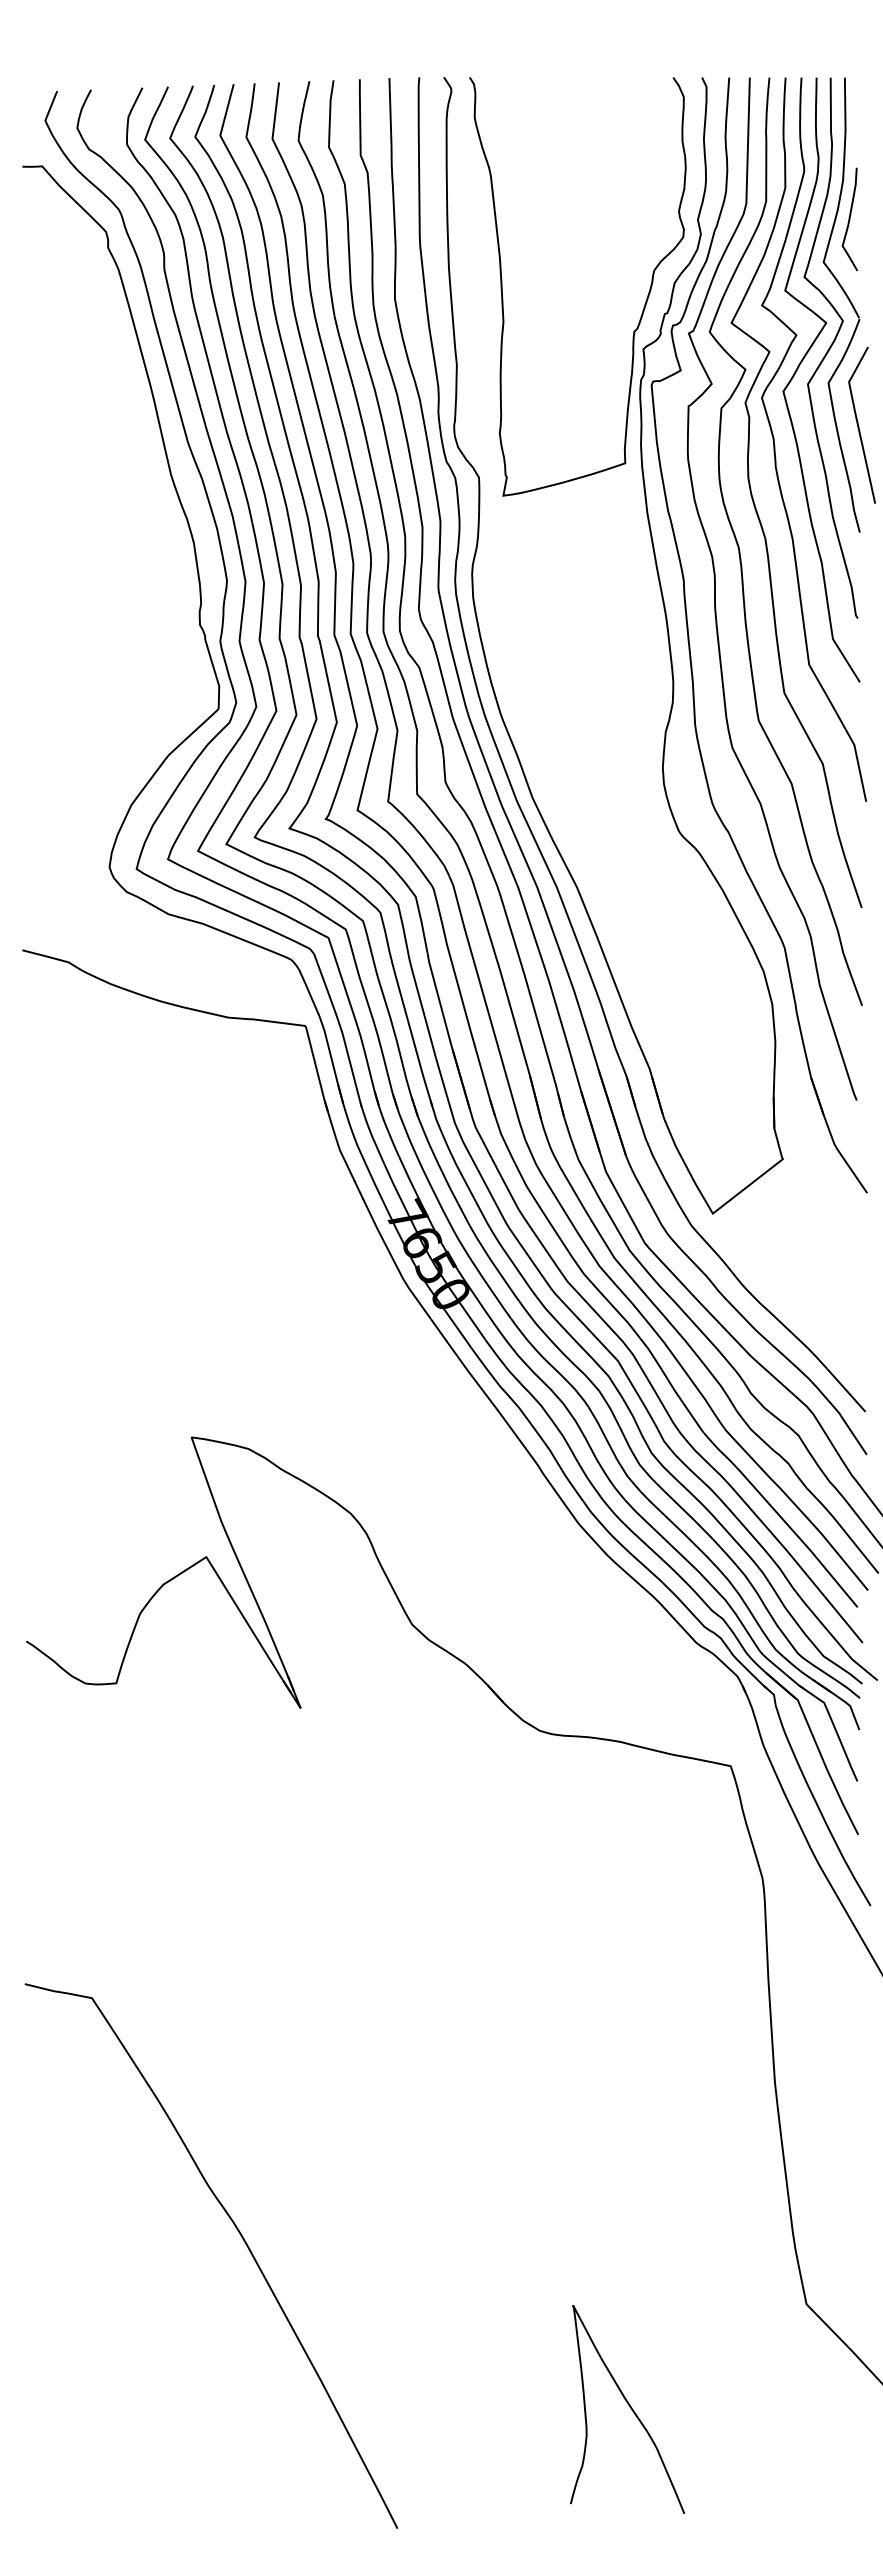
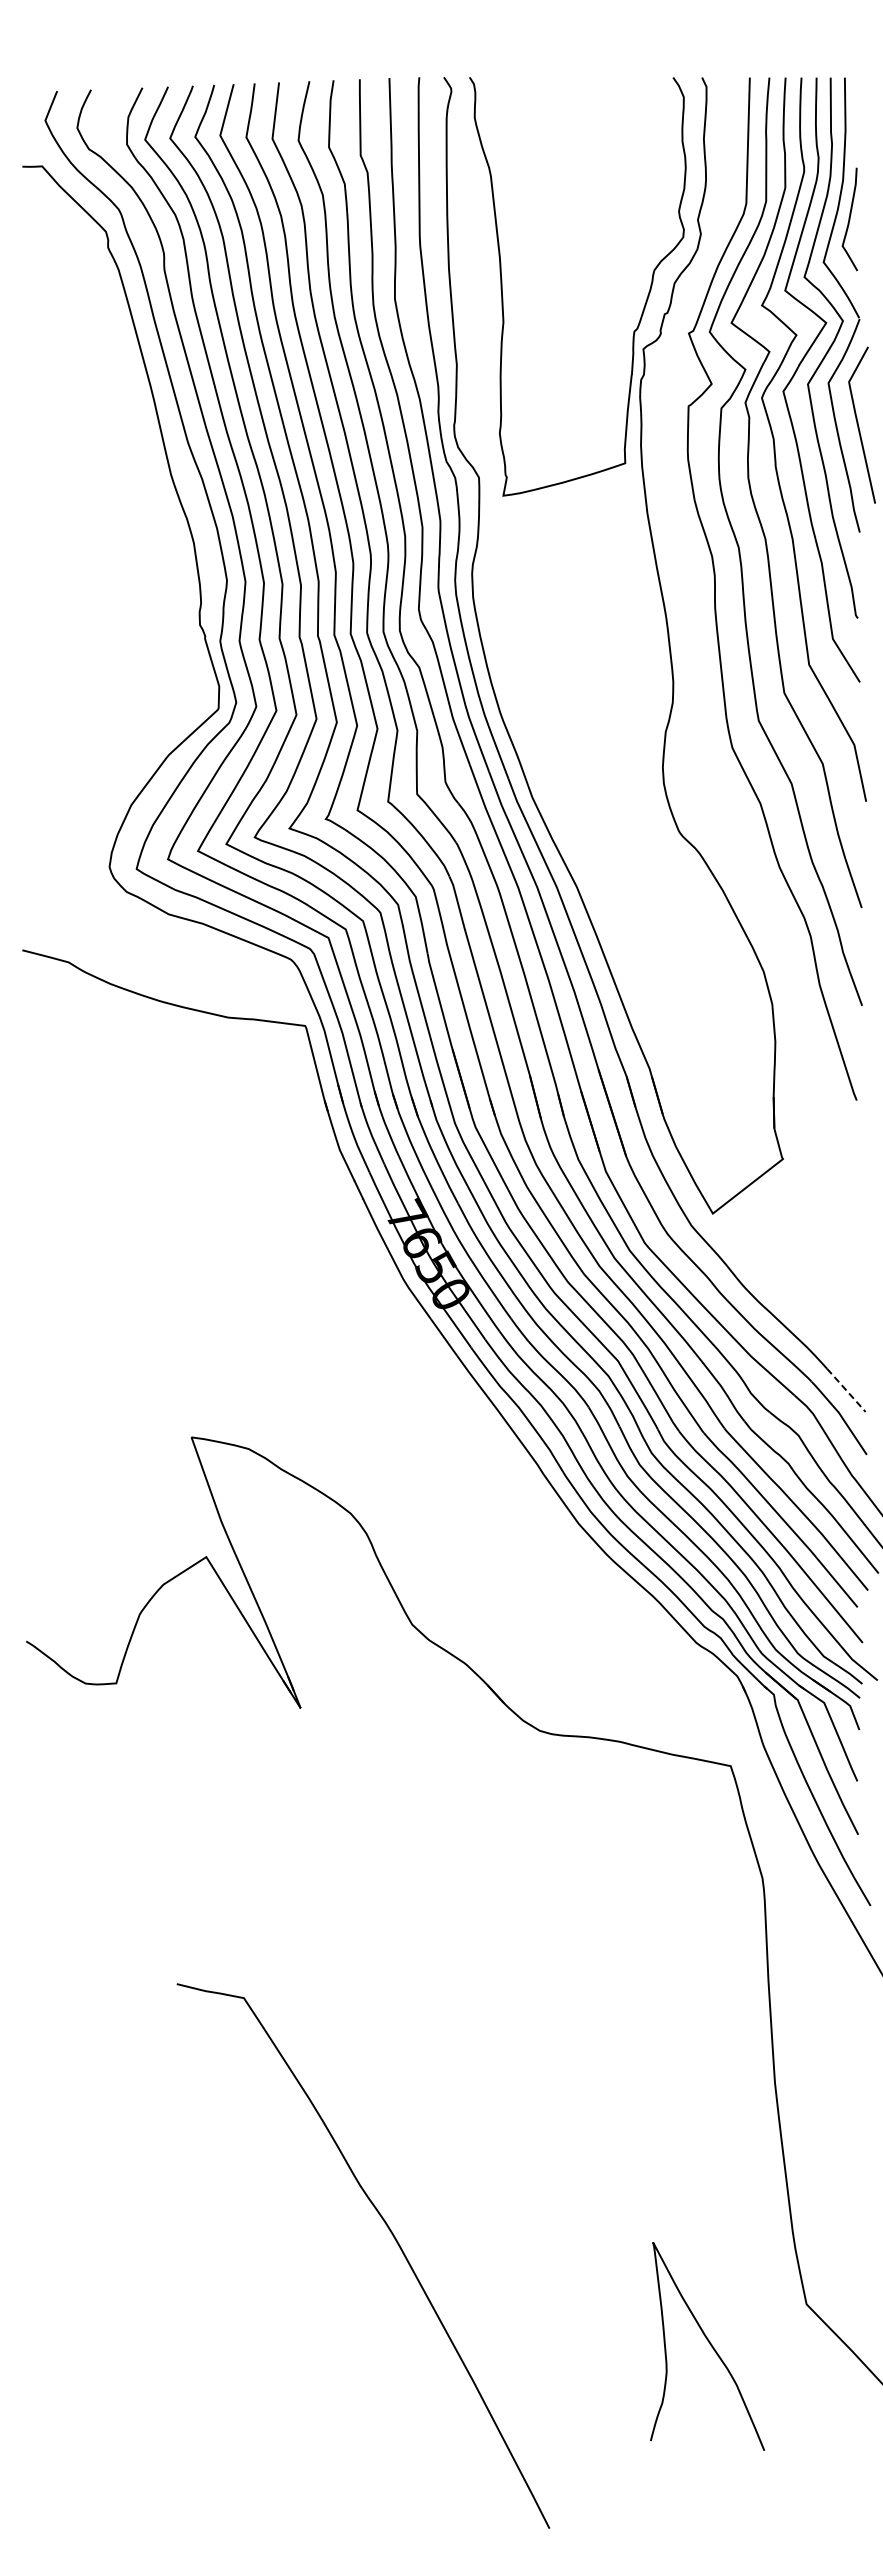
part at (690, 645): present -> none
line at (846, 1390): solid -> dashed
curve at (242, 2239) position: (242, 2239) -> (394, 2239)
curve at (629, 2407) position: (629, 2407) -> (709, 2344)
